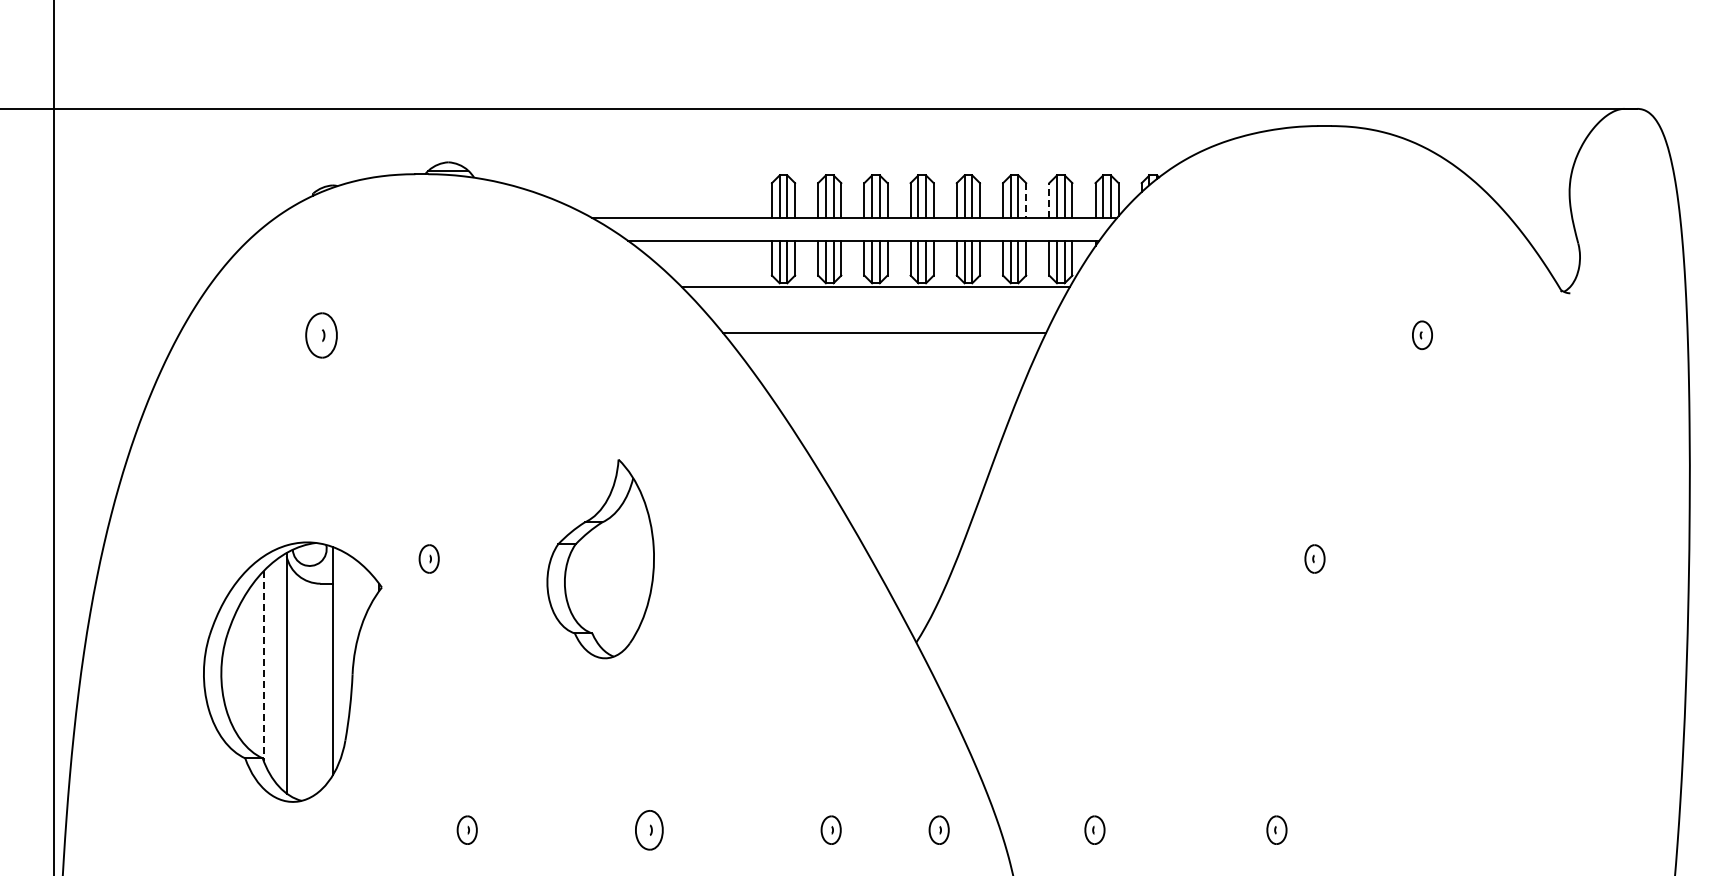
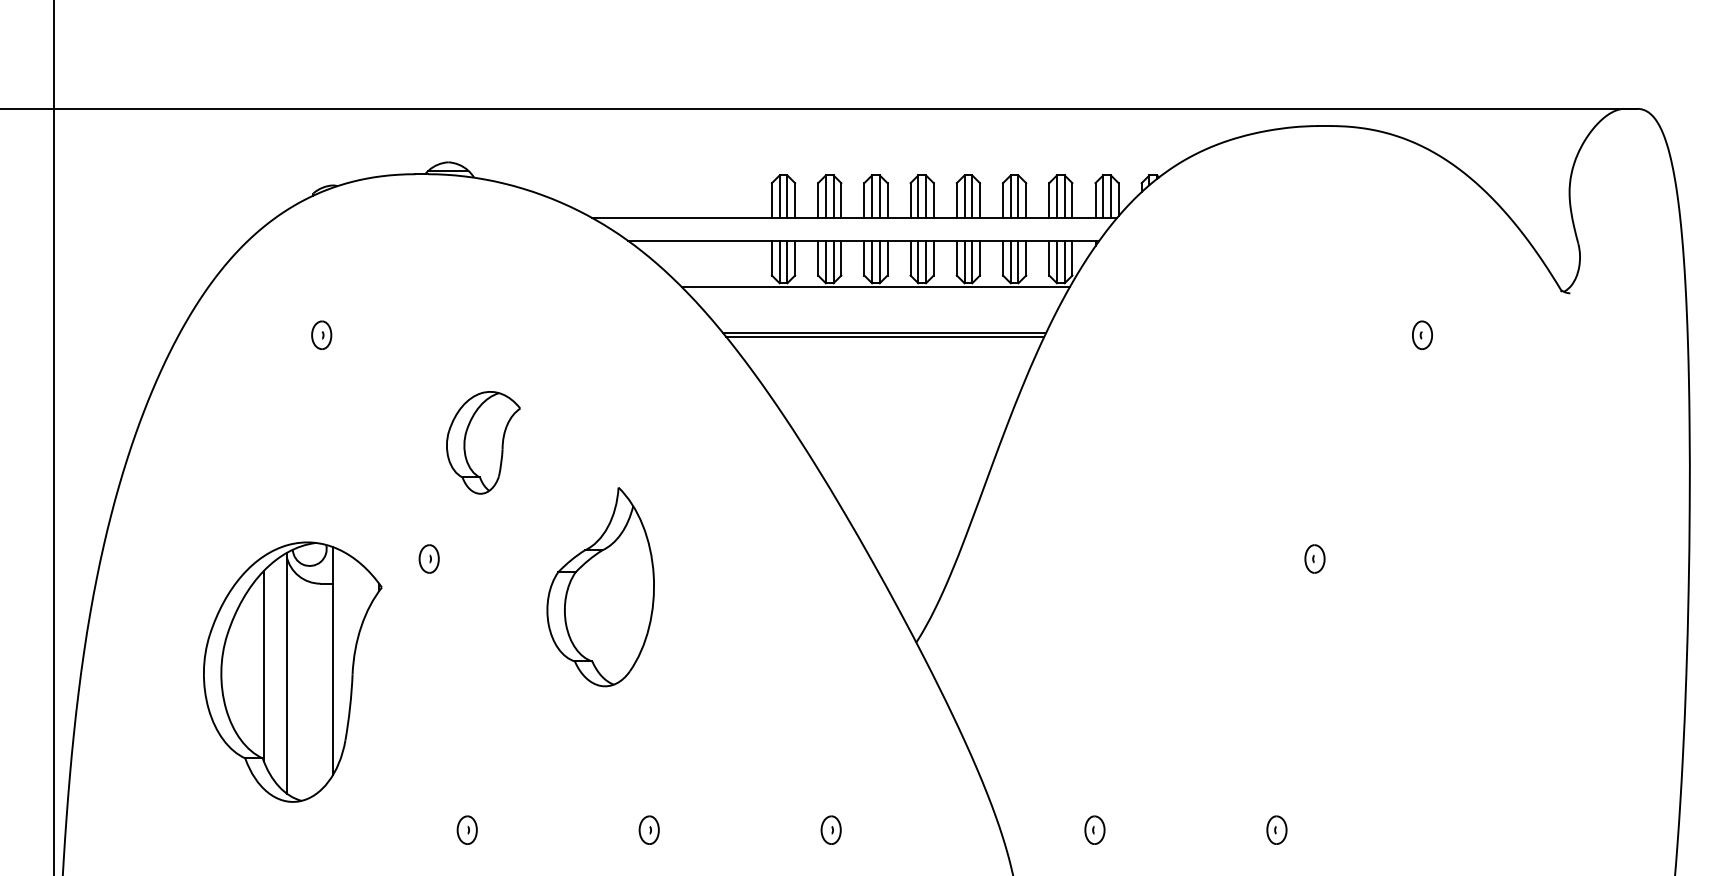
line at (1049, 199): dashed -> solid
line at (1026, 200): dashed -> solid
part at (321, 335) size: 33x47 px -> 22x30 px
line at (885, 337): none -> present
part at (483, 442): none -> present
part at (600, 559) position: (600, 559) -> (600, 587)
line at (263, 665): dashed -> solid
part at (938, 829): present -> none
part at (649, 830) size: 29x41 px -> 22x30 px
